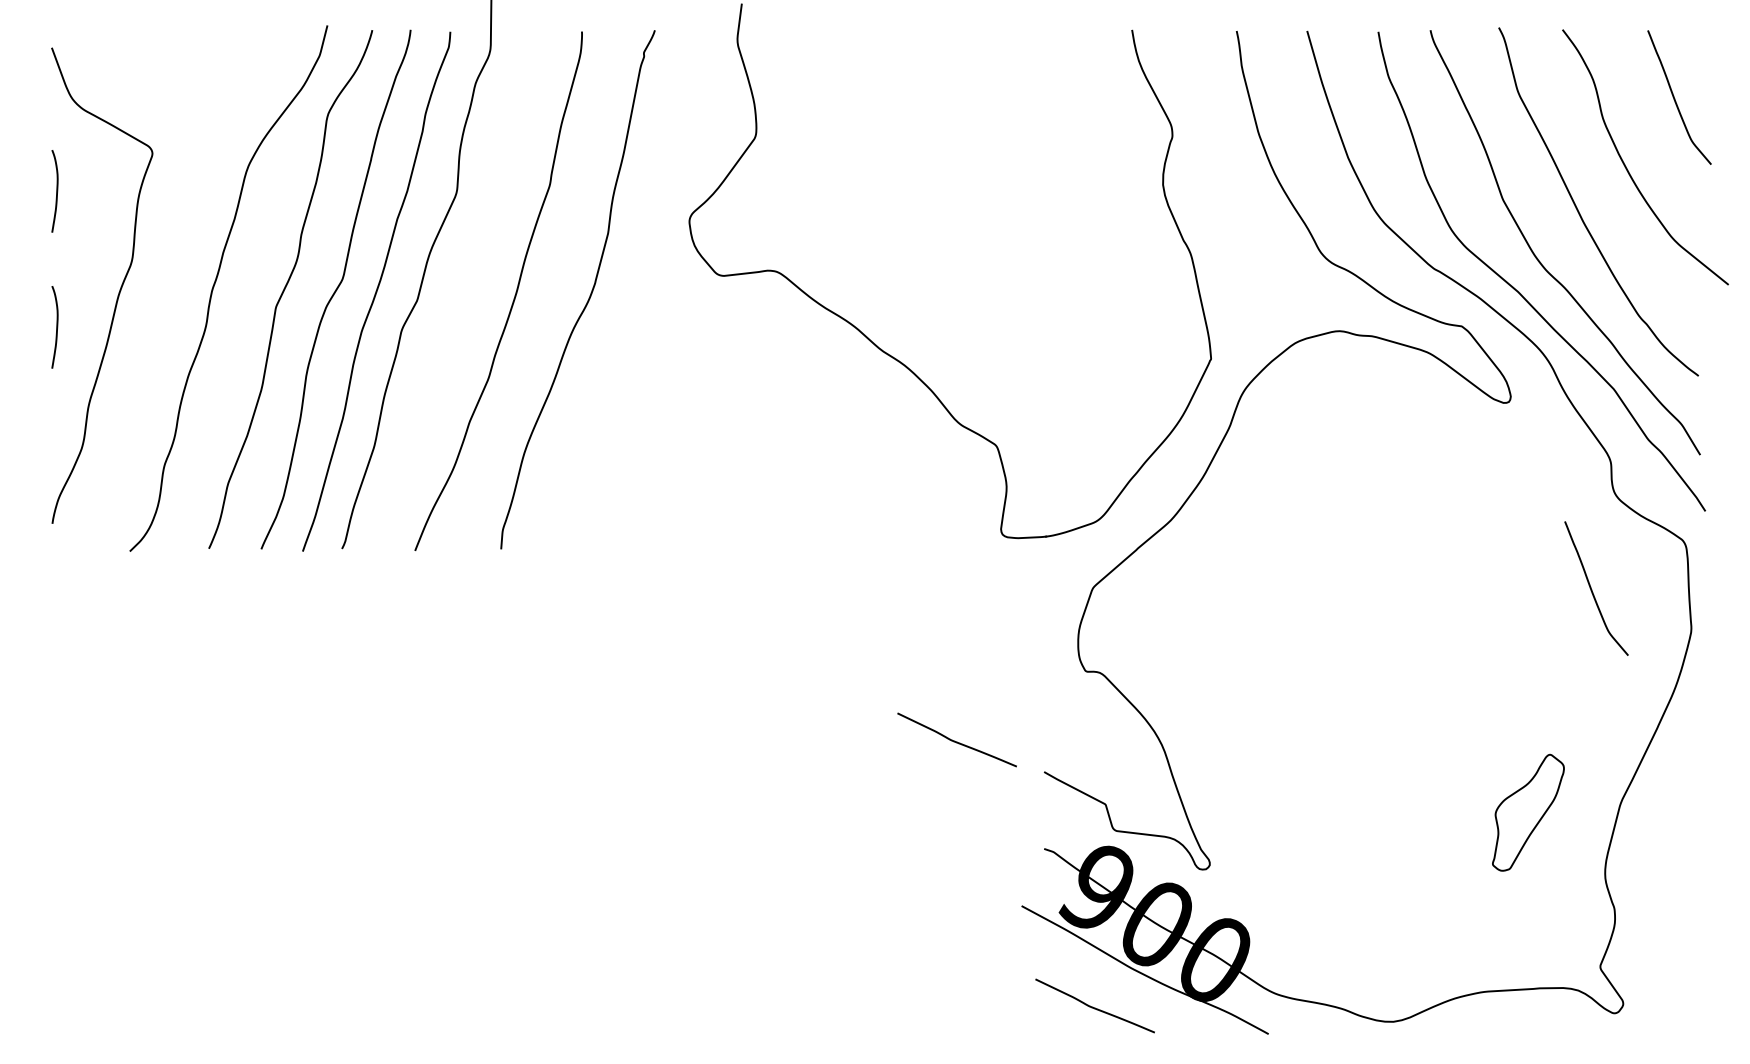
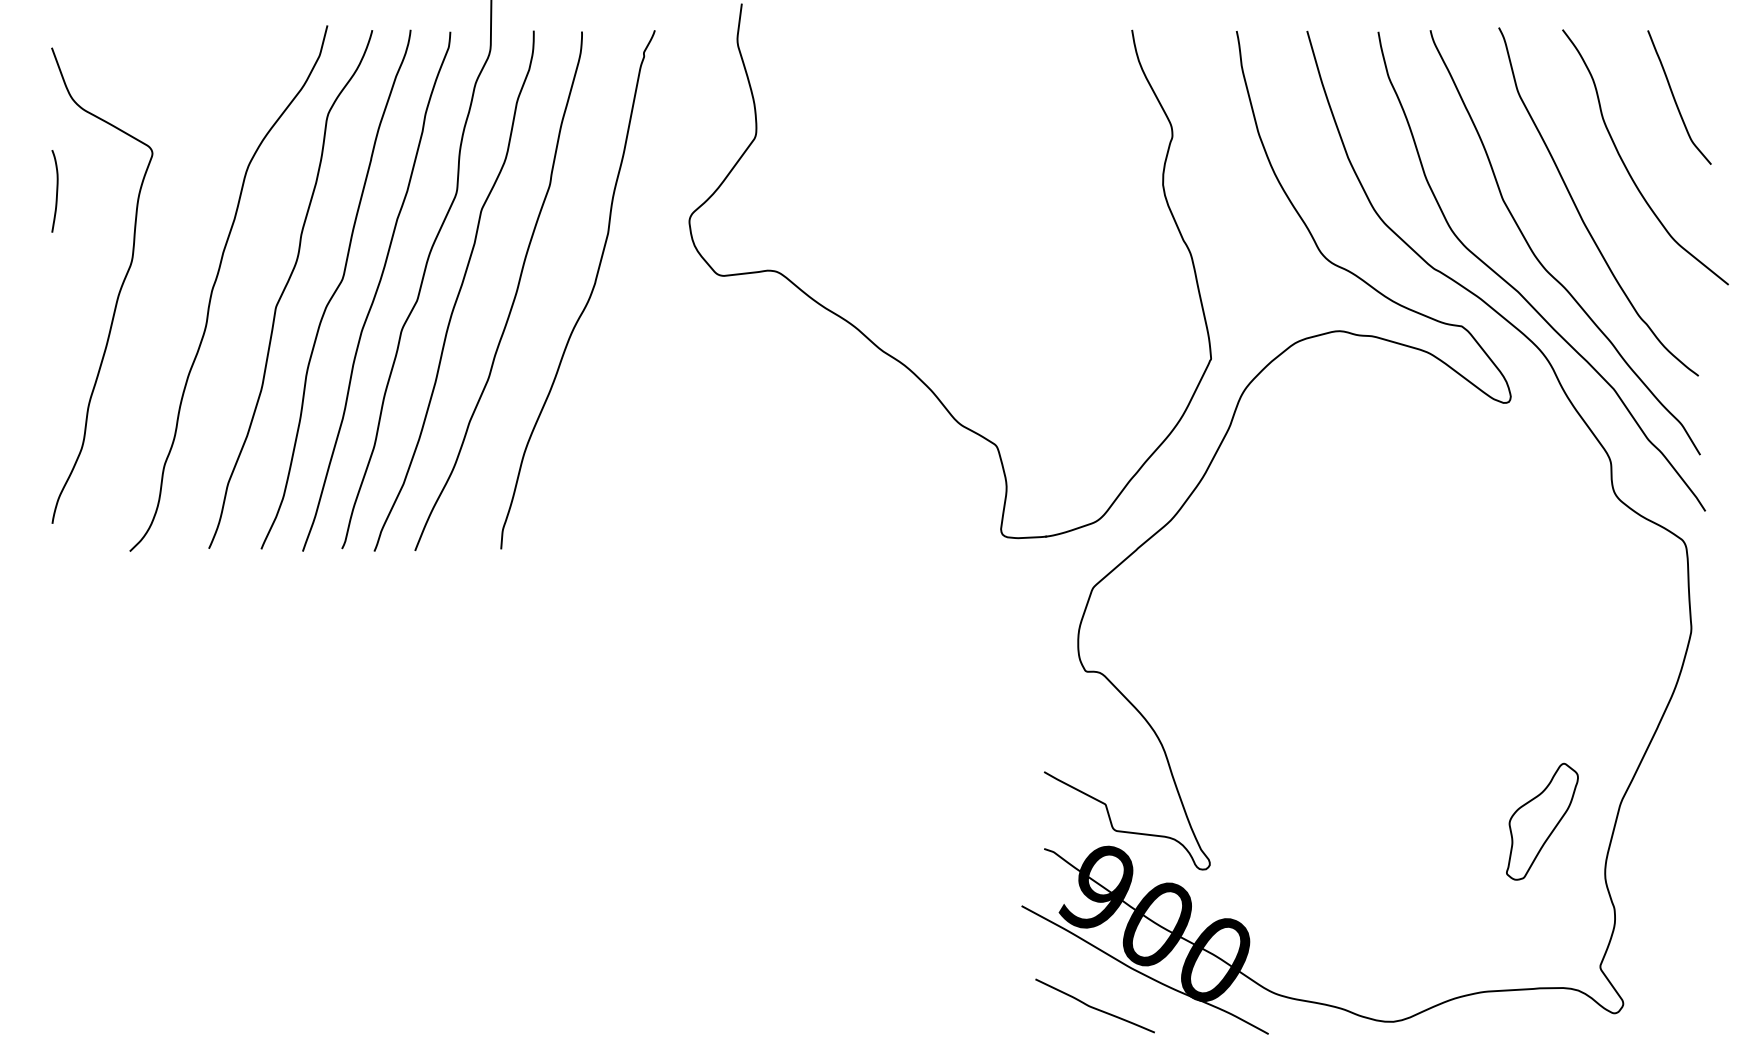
curve at (457, 293): none -> present
curve at (56, 327): present -> none
curve at (1592, 589): present -> none
curve at (956, 741): present -> none
part at (1528, 812) position: (1528, 812) -> (1542, 821)
